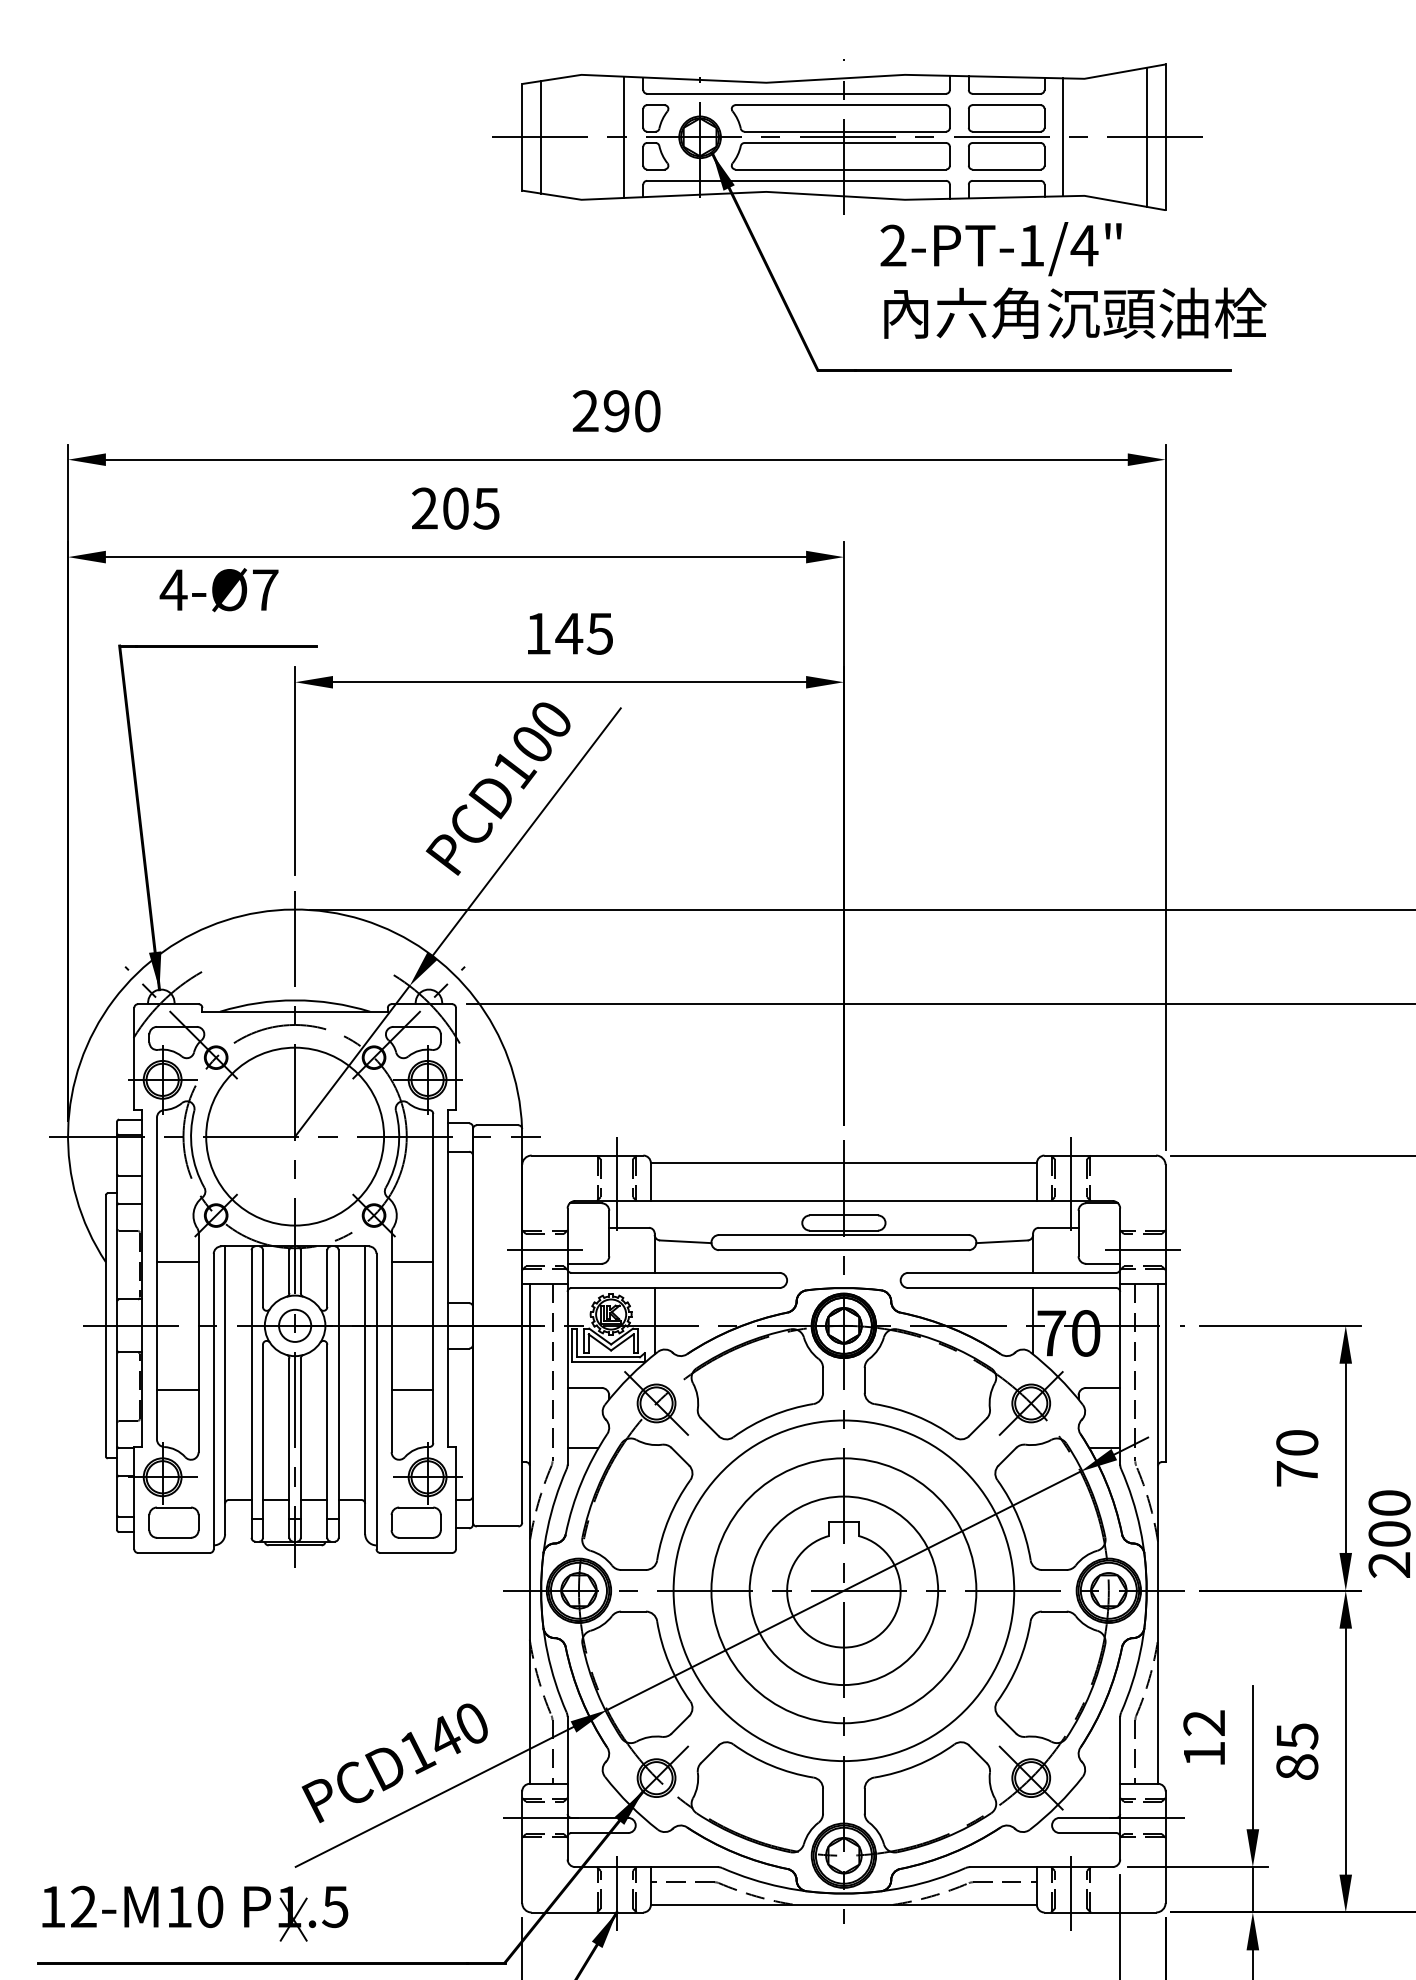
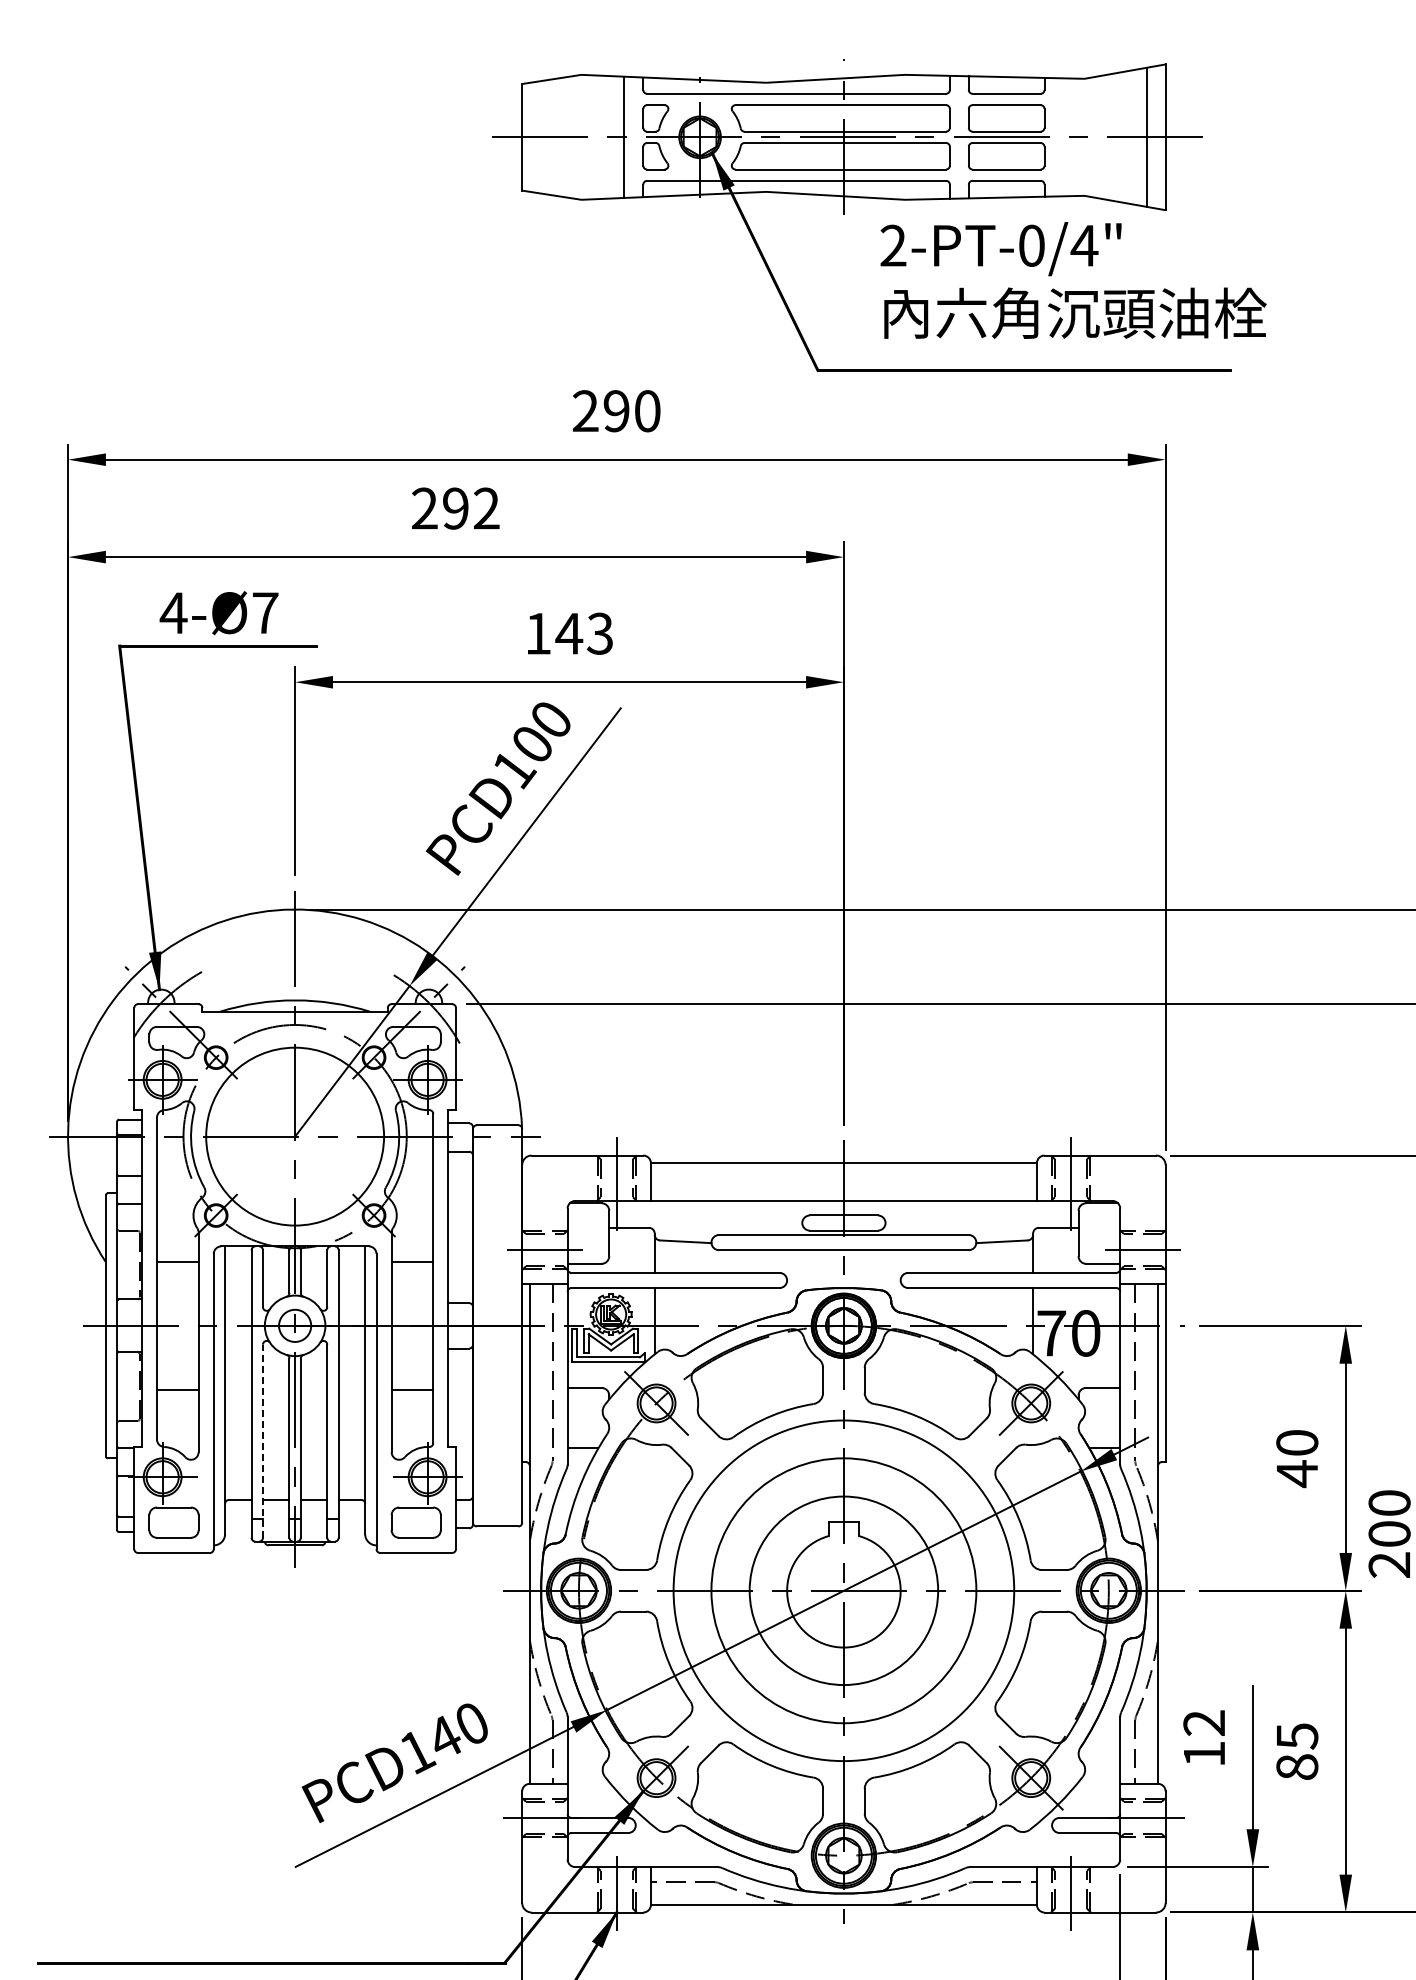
line at (541, 137): present -> none
line at (1063, 137): present -> none
text at (1031, 245): 2-PT-1/4" -> 2-PT-0/4"
text at (471, 508): 205 -> 292
text at (218, 590) position: (218, 590) -> (218, 613)
text at (599, 633): 145 -> 143
line at (262, 1441): solid -> dashed
text at (1297, 1474): 70 -> 40
part at (195, 1913): present -> none
